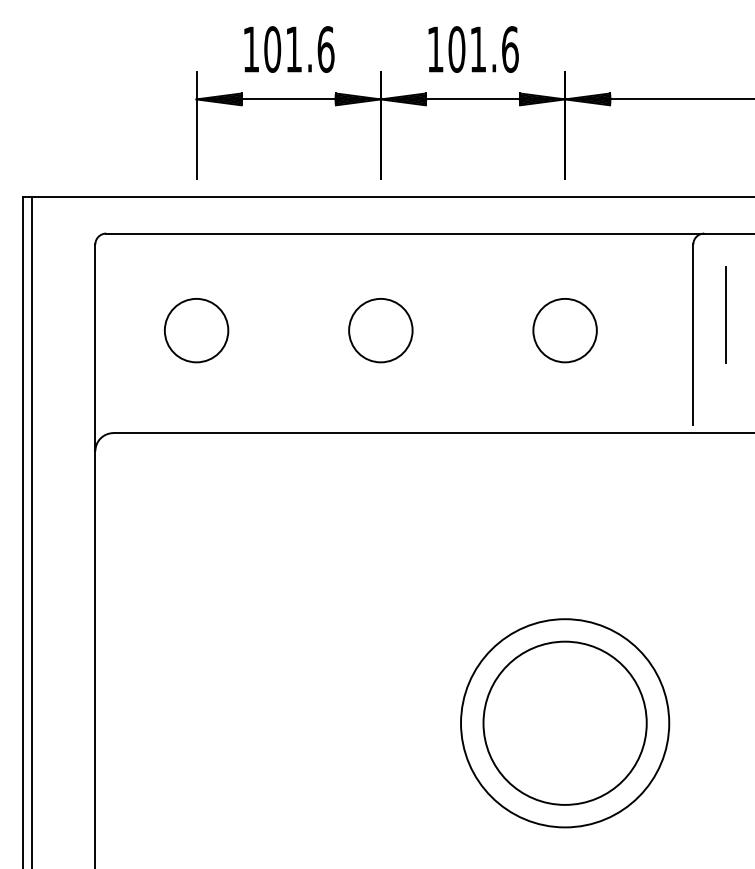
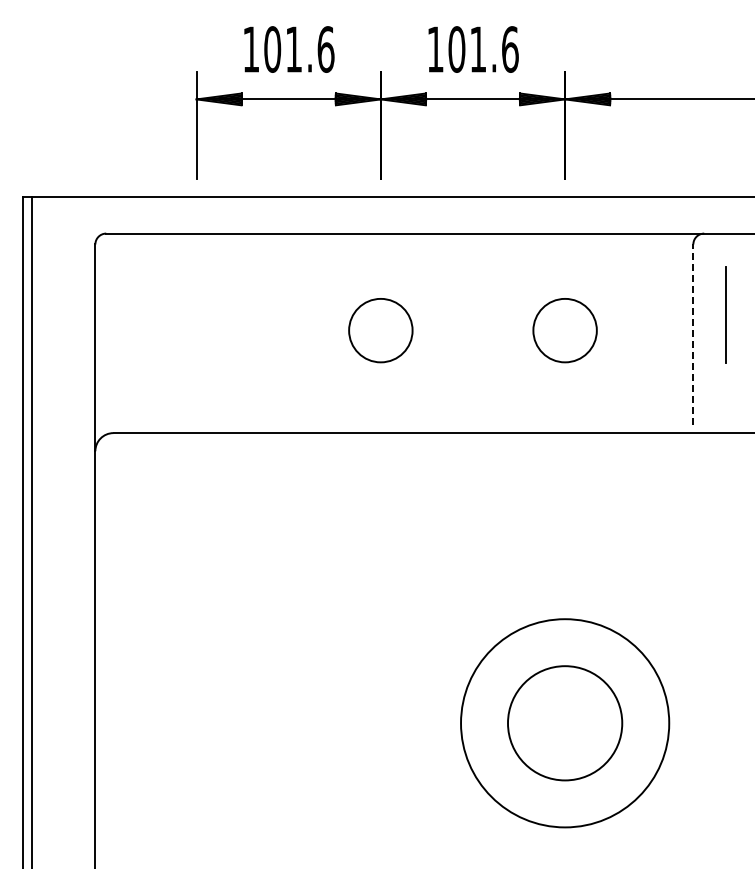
circle at (196, 330): present -> none
line at (693, 334): solid -> dashed
circle at (564, 722) diameter: 163 px -> 114 px
